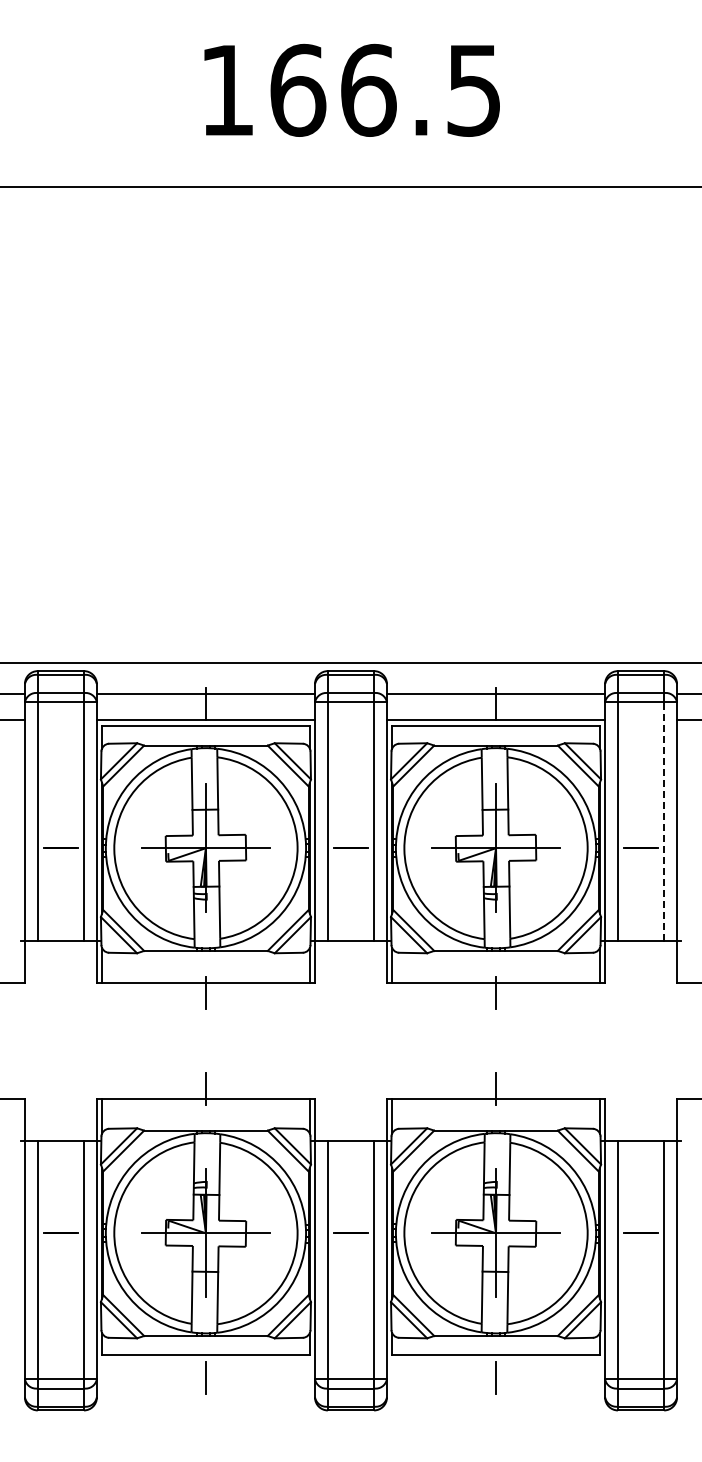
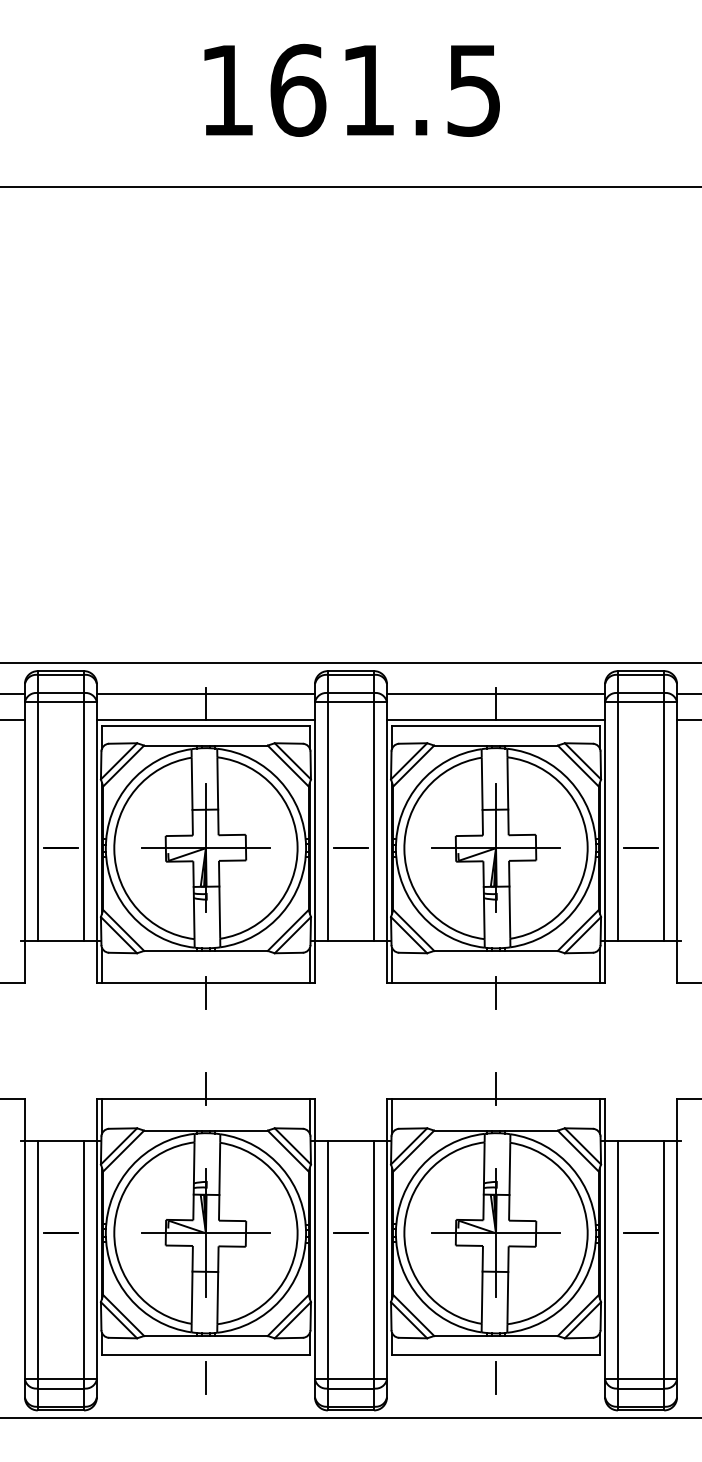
text at (368, 89): 166.5 -> 161.5
line at (664, 820): dashed -> solid
line at (350, 1418): none -> present
